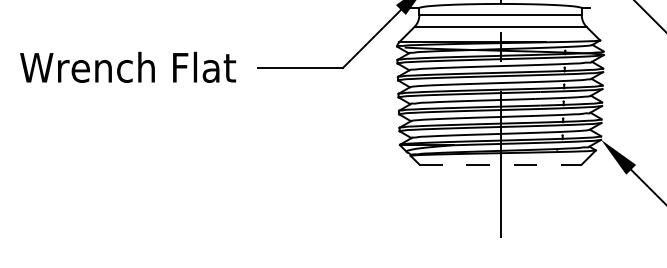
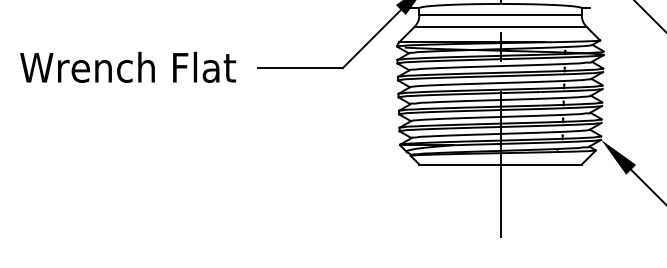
line at (501, 164): dashed -> solid
